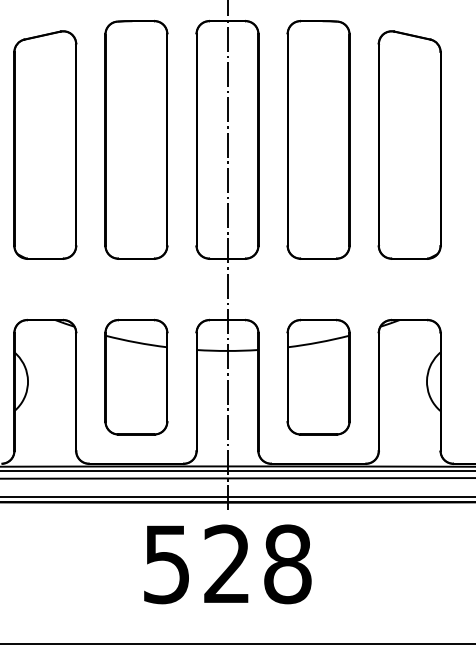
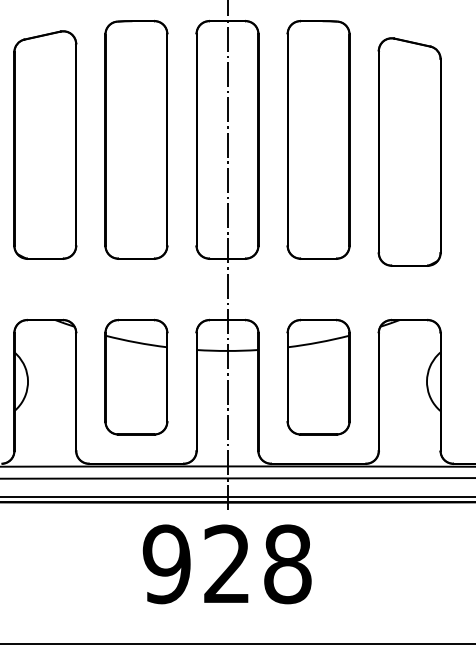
part at (409, 144) position: (409, 144) -> (409, 151)
line at (237, 470): present -> none
text at (166, 564): 528 -> 928
